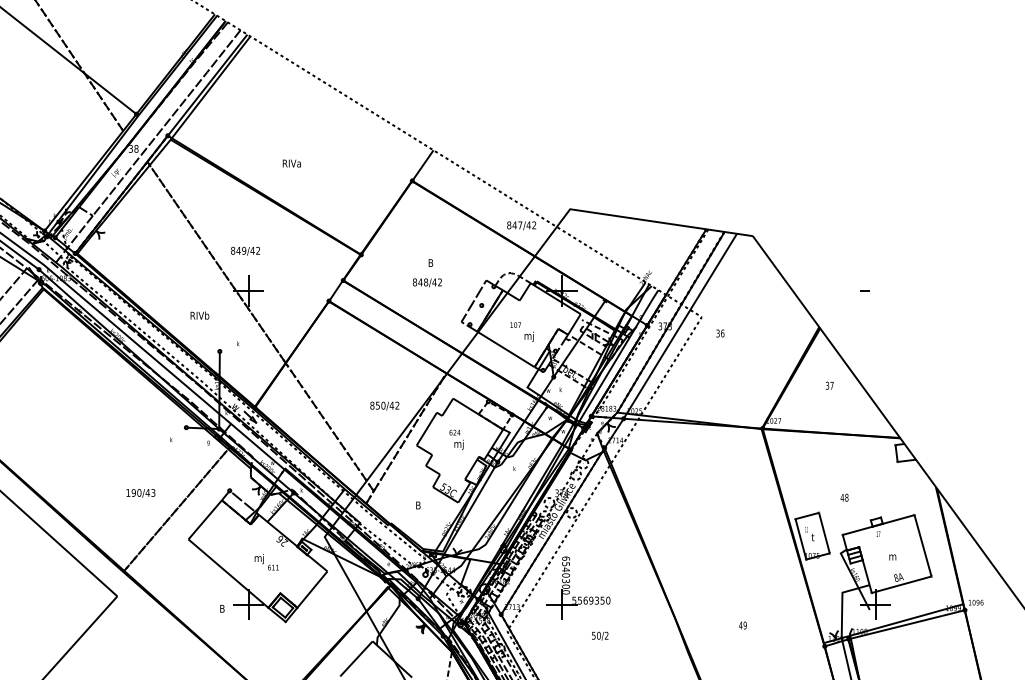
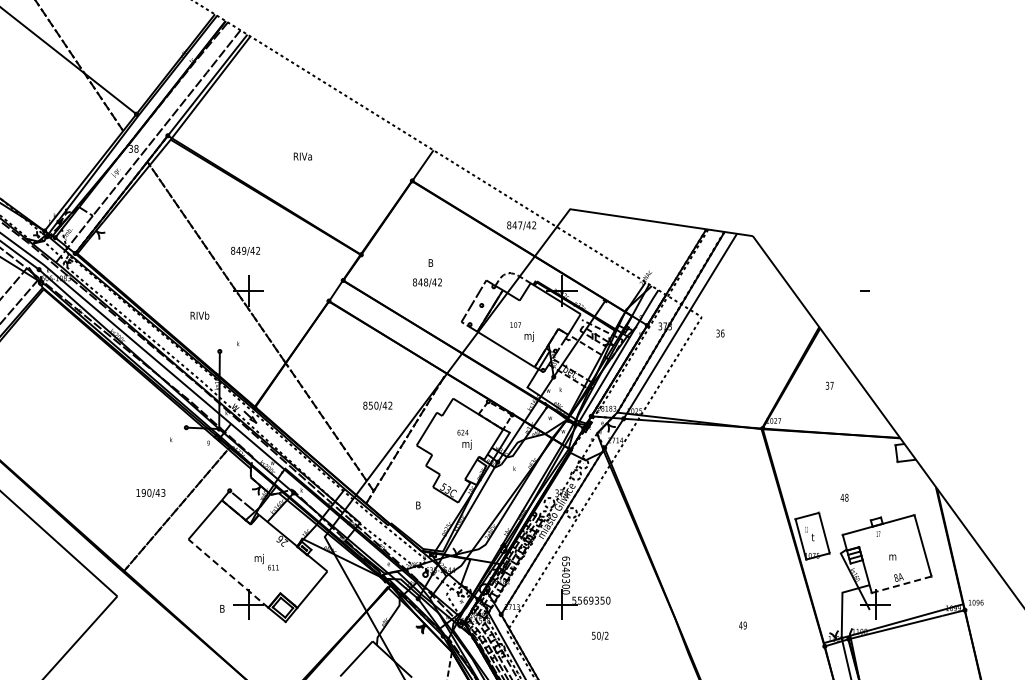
text at (291, 163) position: (291, 163) -> (302, 156)
text at (384, 405) position: (384, 405) -> (377, 405)
text at (456, 439) position: (456, 439) -> (464, 439)
text at (140, 493) position: (140, 493) -> (150, 493)
line at (228, 573): solid -> dashed
line at (901, 584): solid -> dashed
